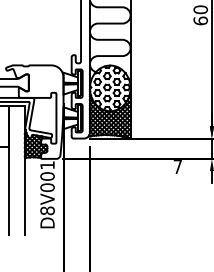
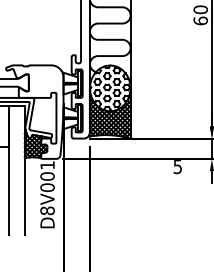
text at (177, 167): 7 -> 5
